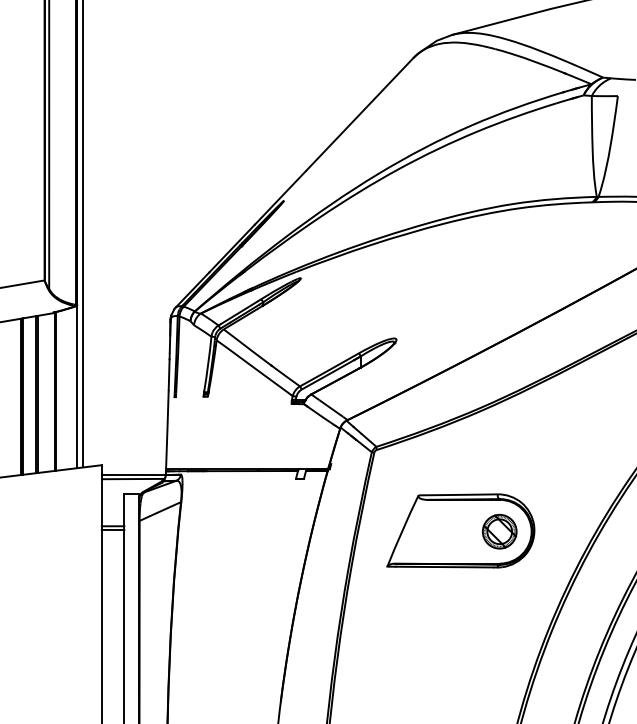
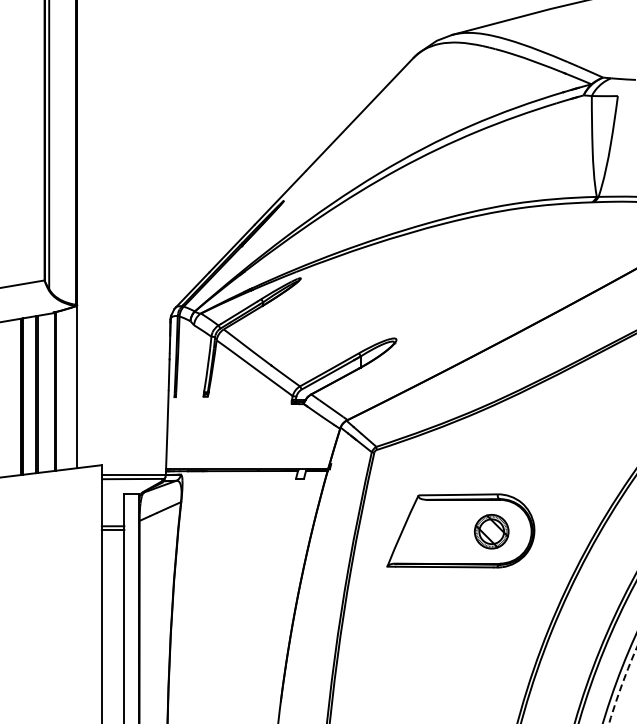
line at (82, 234): present -> none
part at (499, 531) position: (499, 531) -> (491, 531)
circle at (622, 685): solid -> dashed
